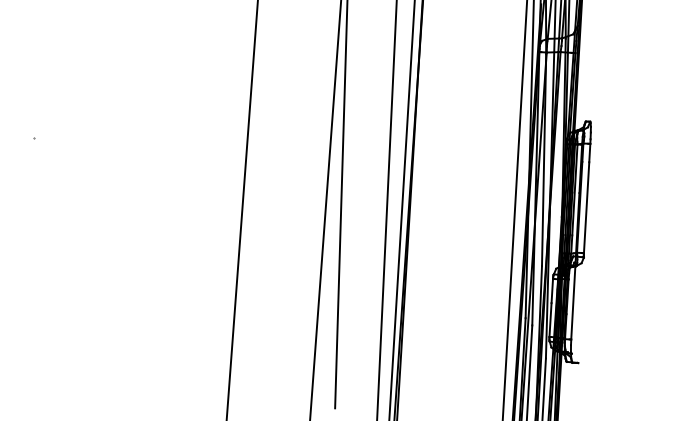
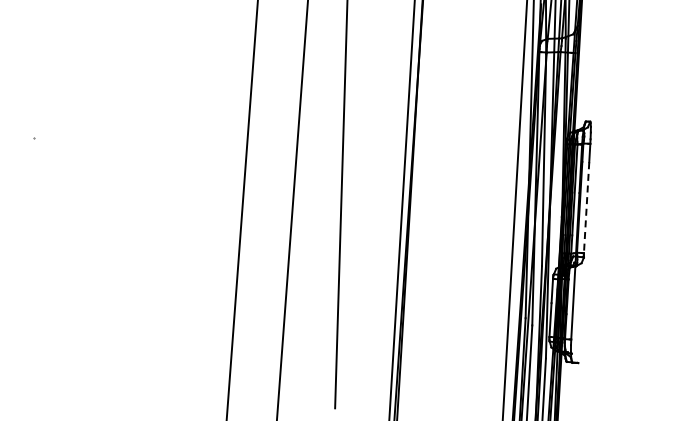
line at (586, 207): solid -> dashed
line at (325, 209) position: (325, 209) -> (292, 209)
line at (386, 209): present -> none
